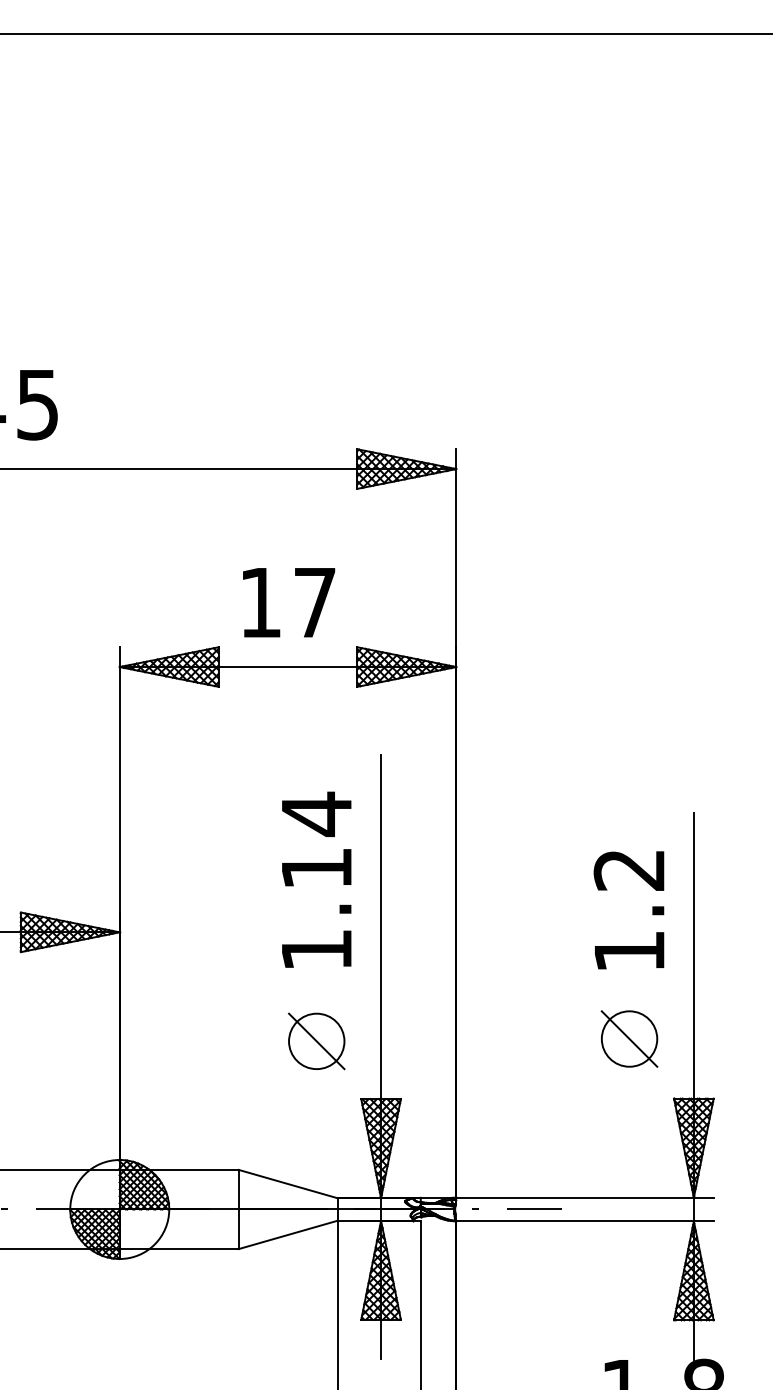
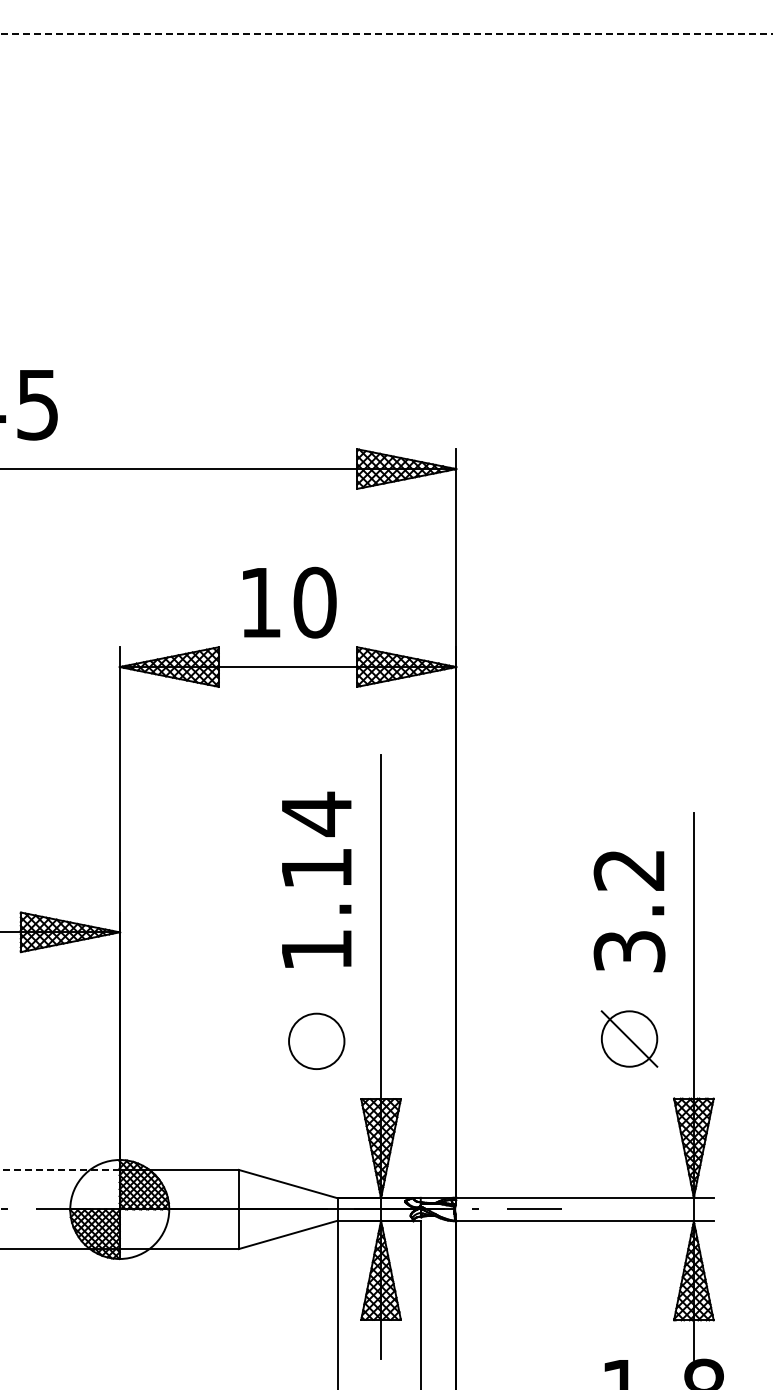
line at (386, 33): solid -> dashed
text at (314, 602): 17 -> 10
text at (629, 951): 1.2 -> 3.2
line at (316, 1041): present -> none
line at (59, 1169): solid -> dashed
